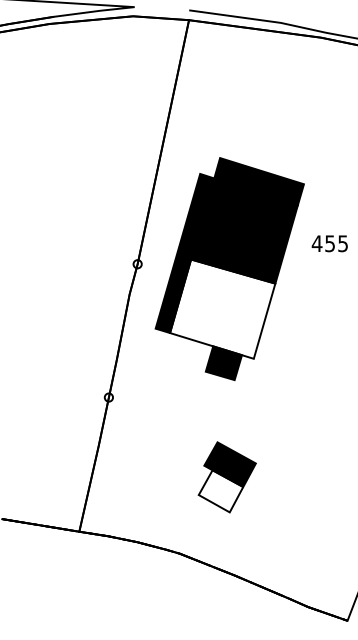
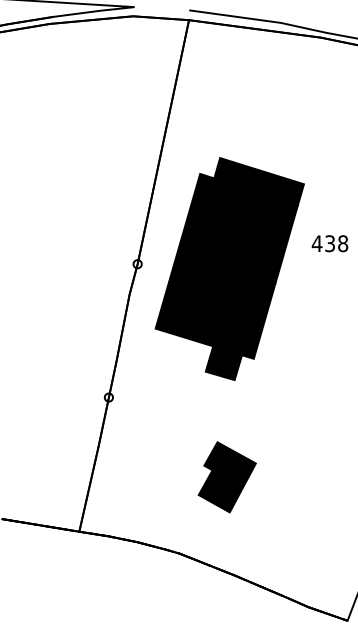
text at (336, 243): 455 -> 438
fill at (222, 308): none -> present
fill at (220, 491): none -> present
